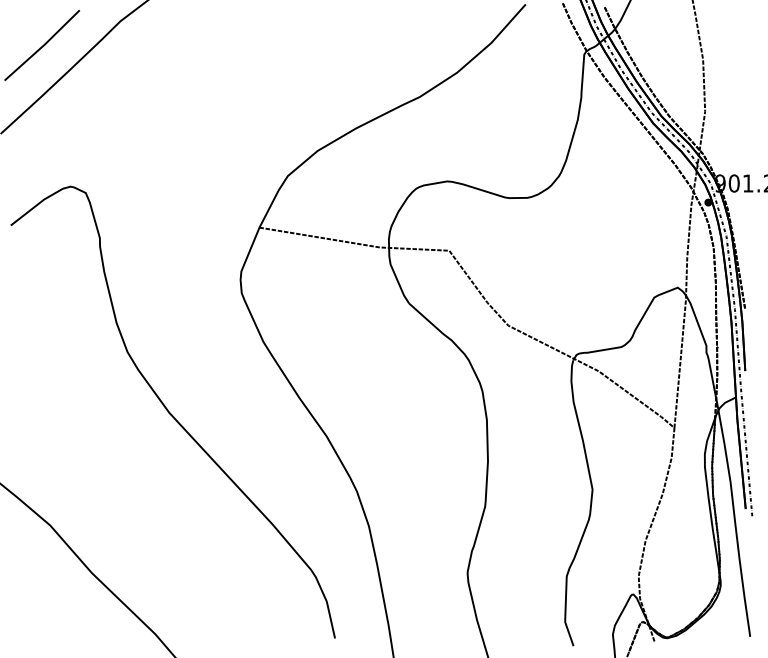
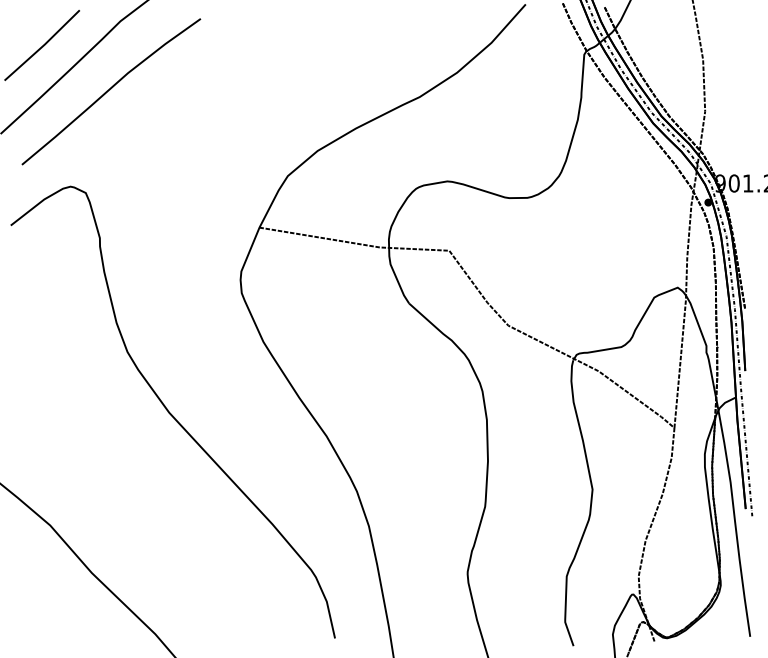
curve at (111, 89): none -> present
